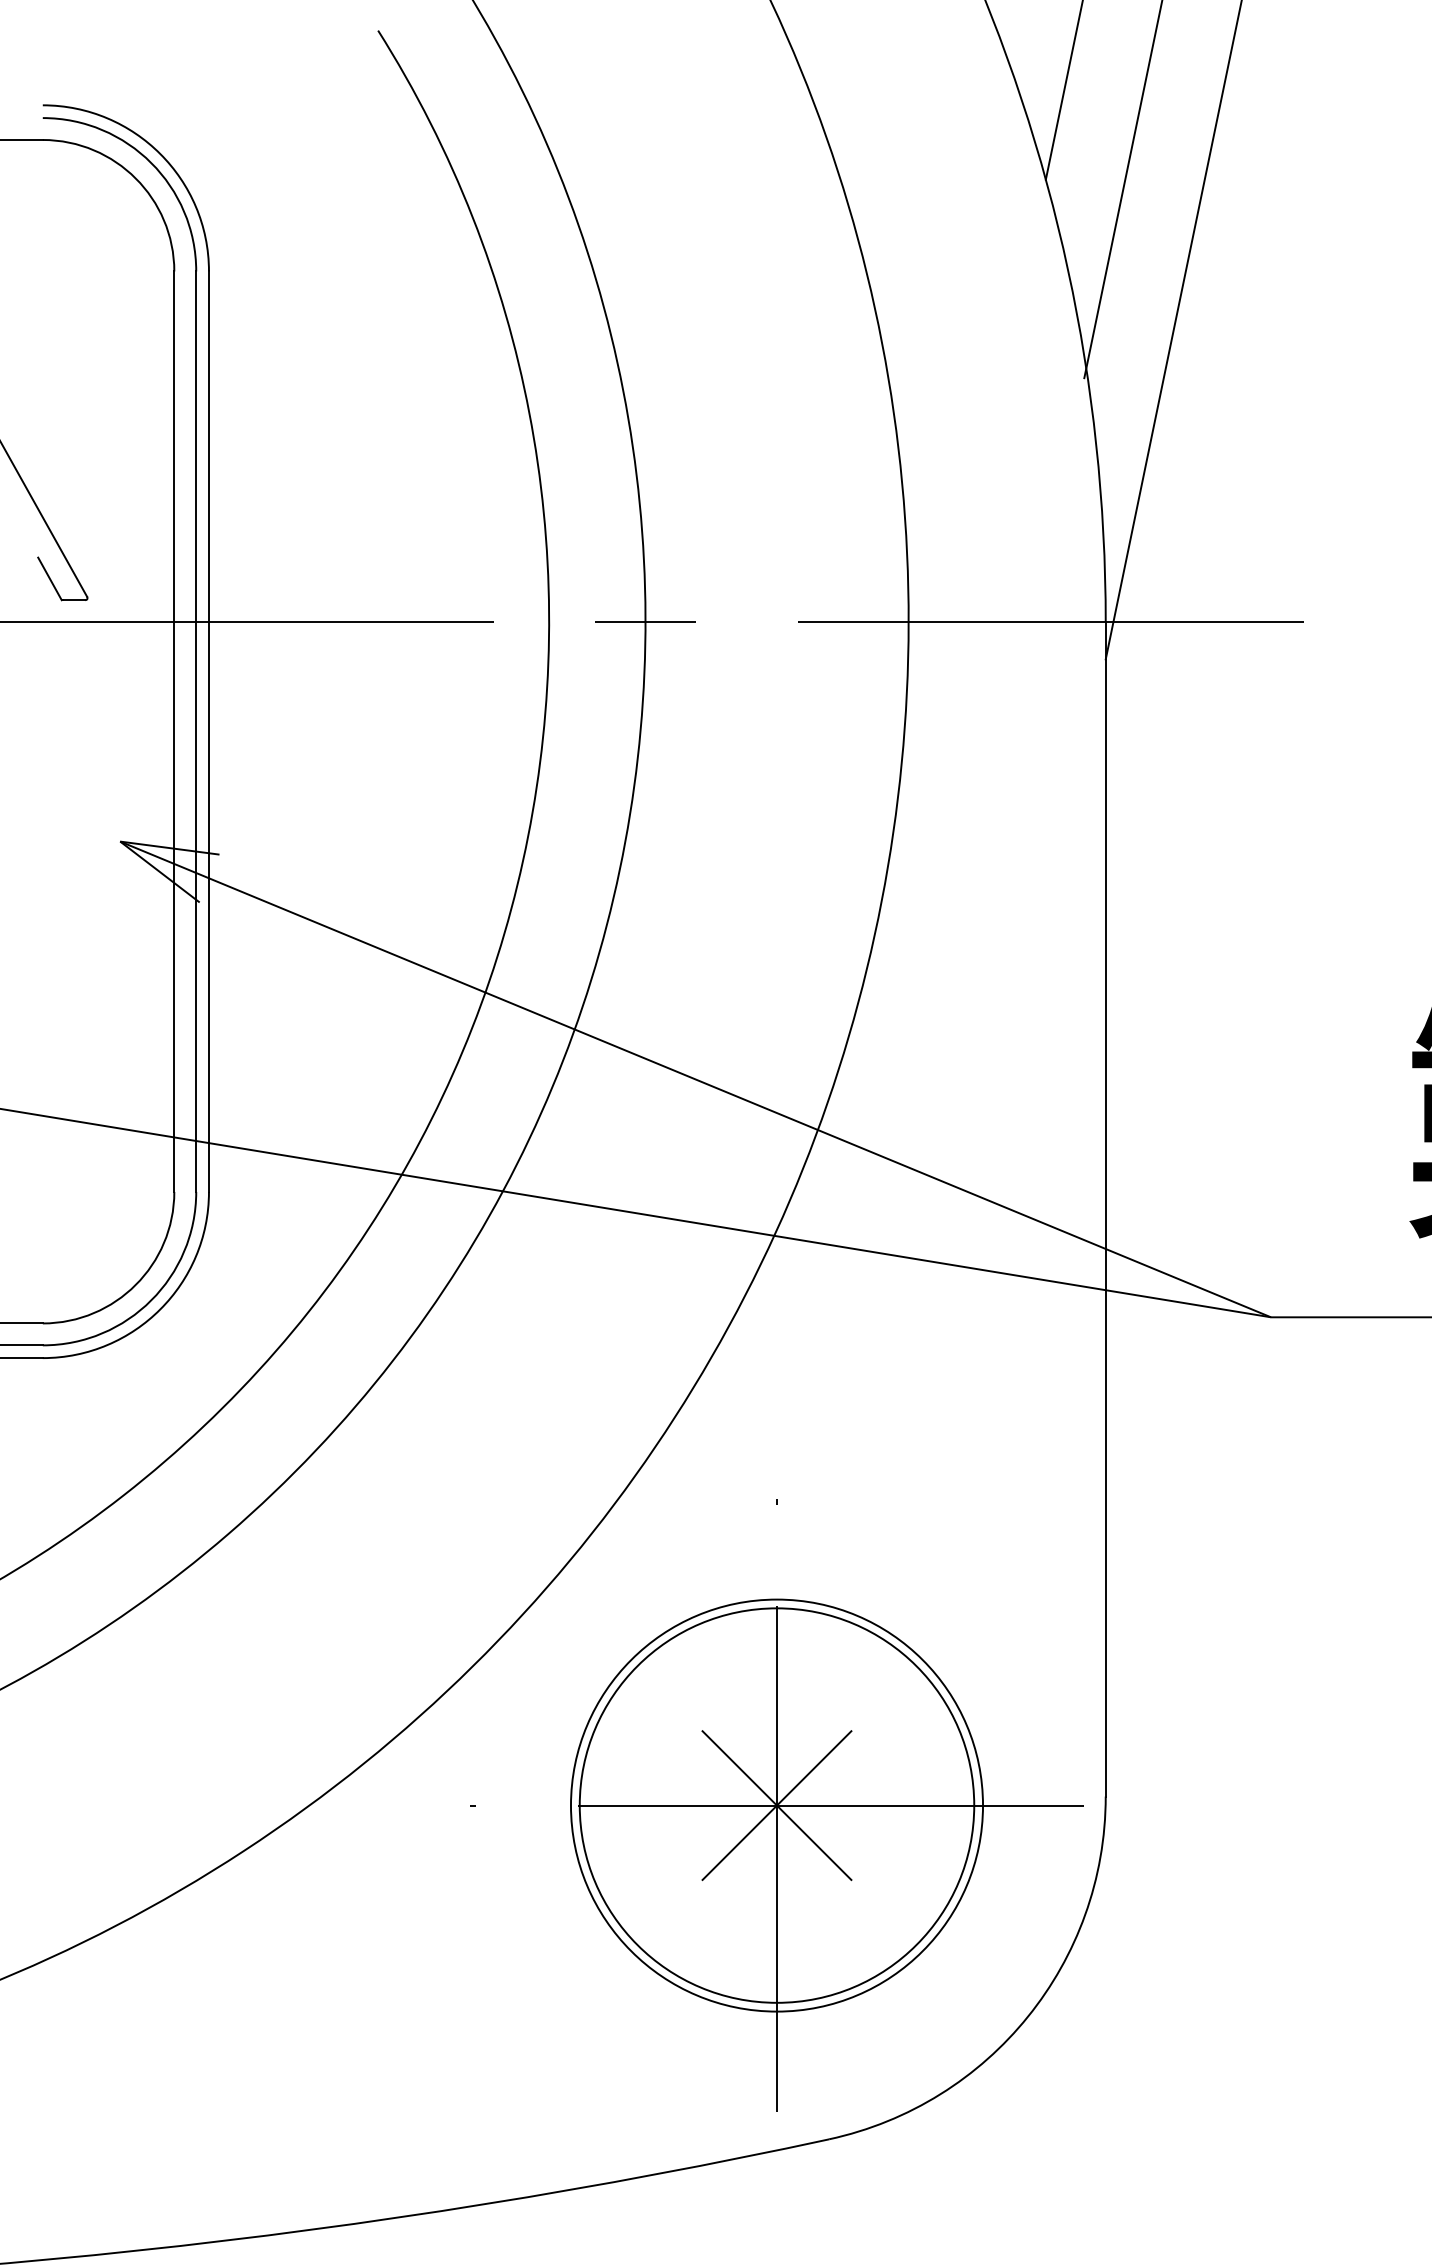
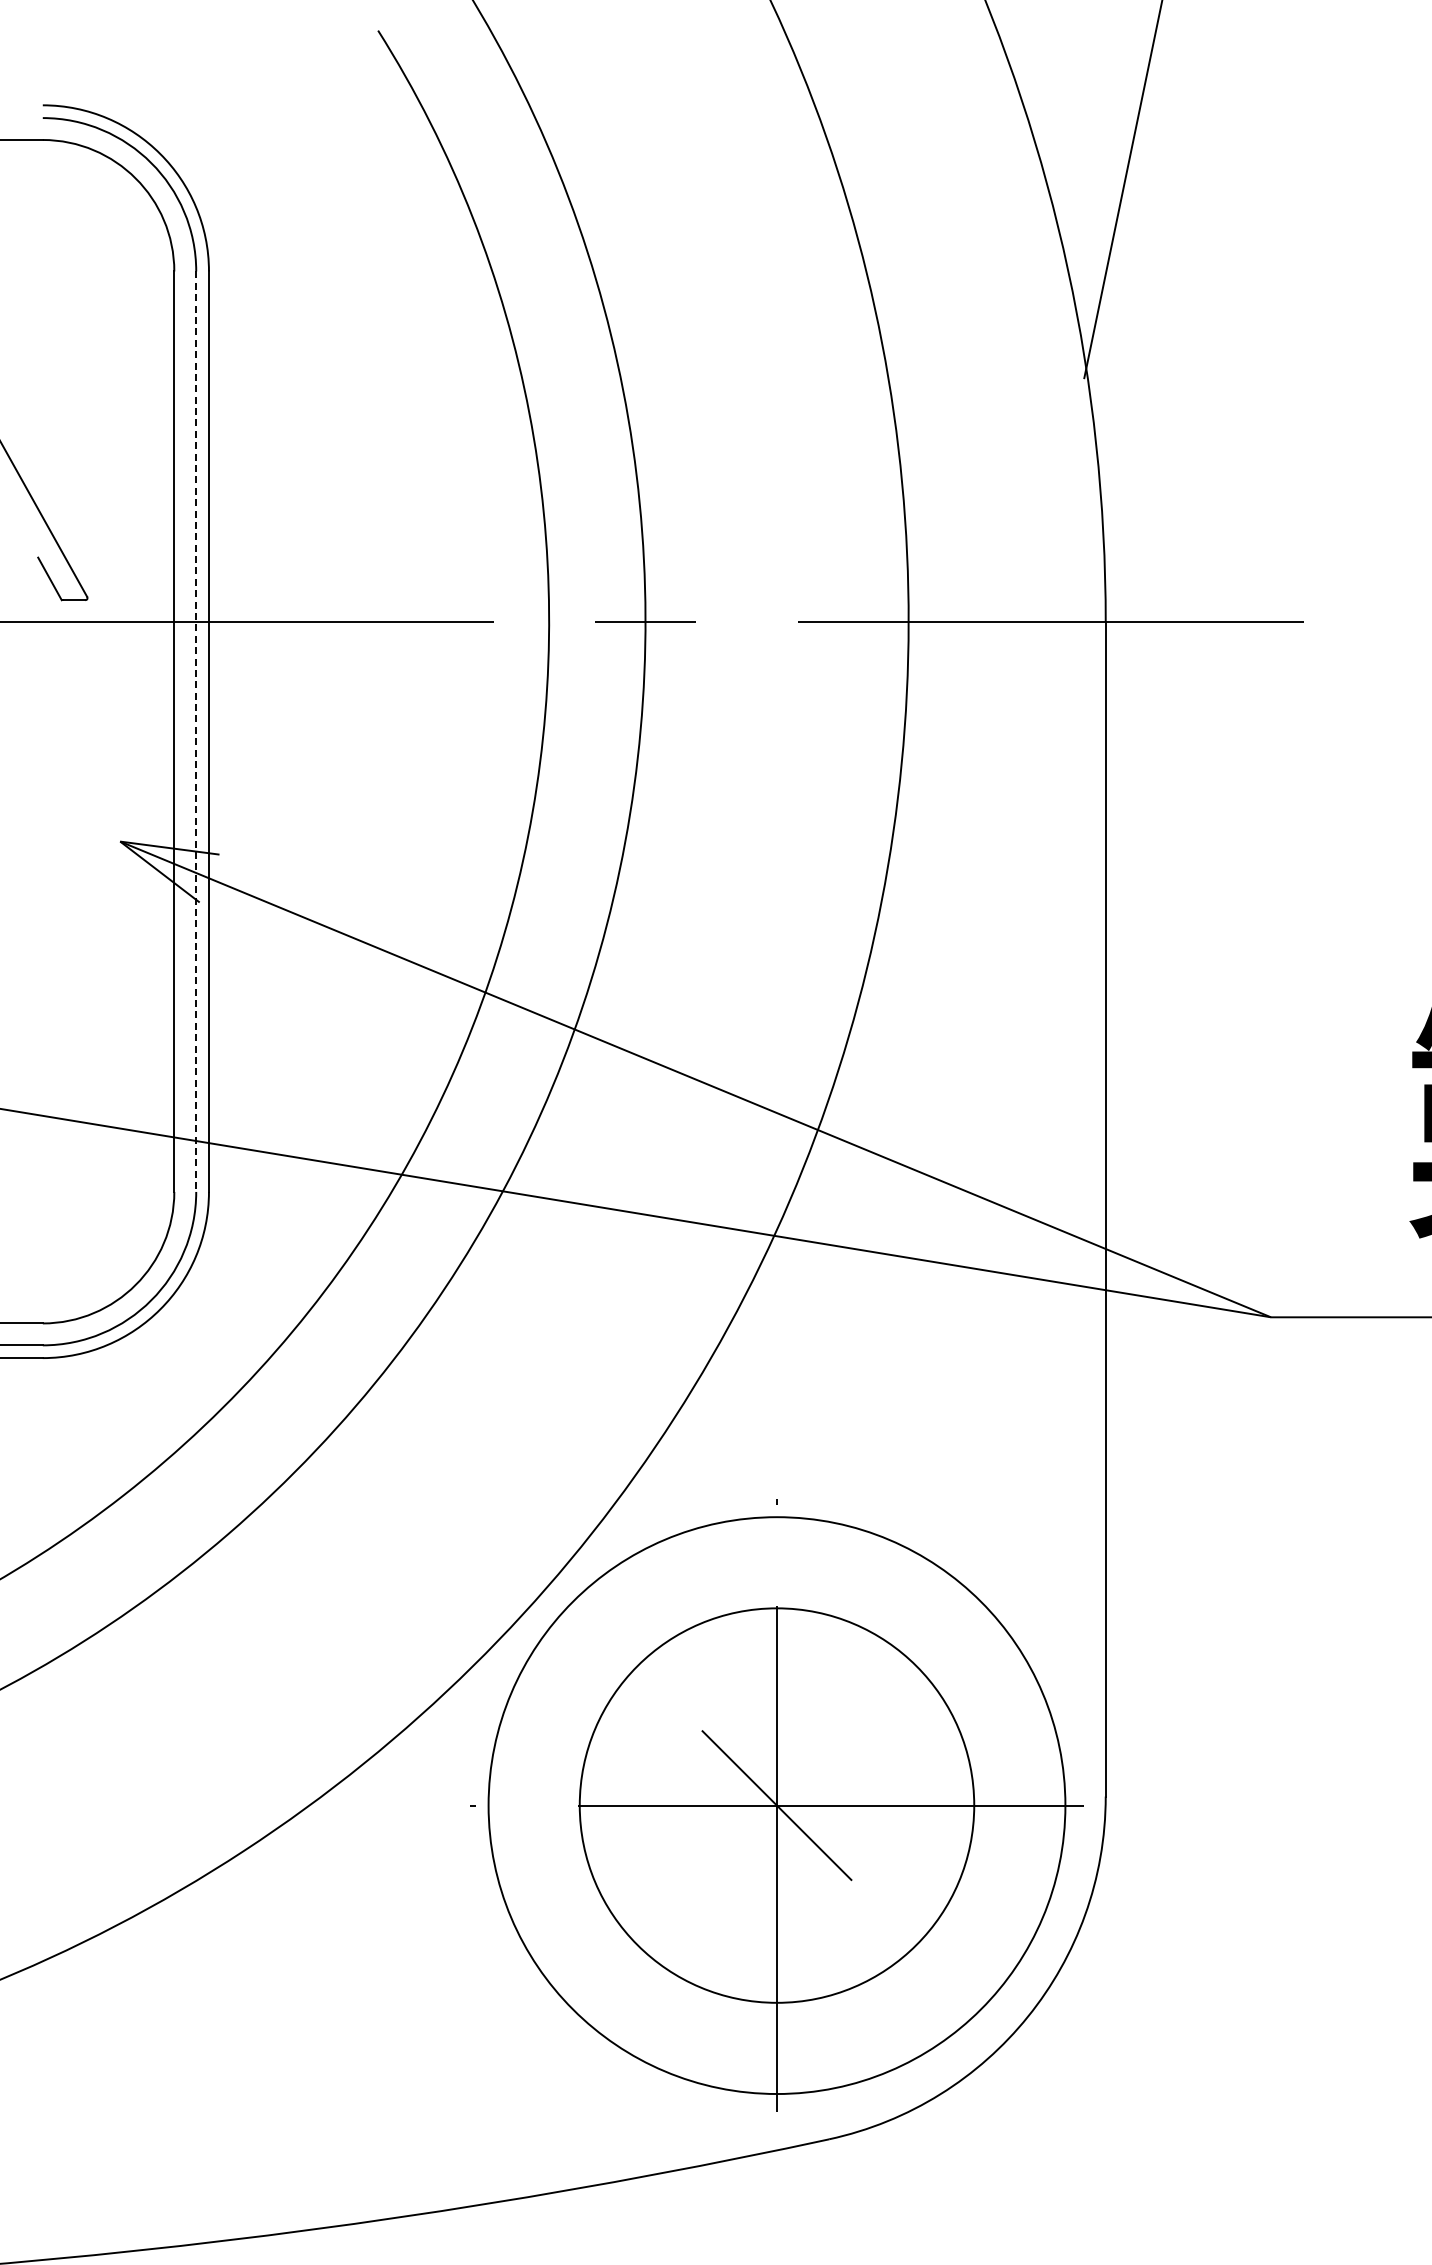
line at (1063, 90): present -> none
line at (1173, 330): present -> none
line at (196, 732): solid -> dashed
circle at (776, 1805) diameter: 412 px -> 577 px
line at (776, 1805): present -> none
